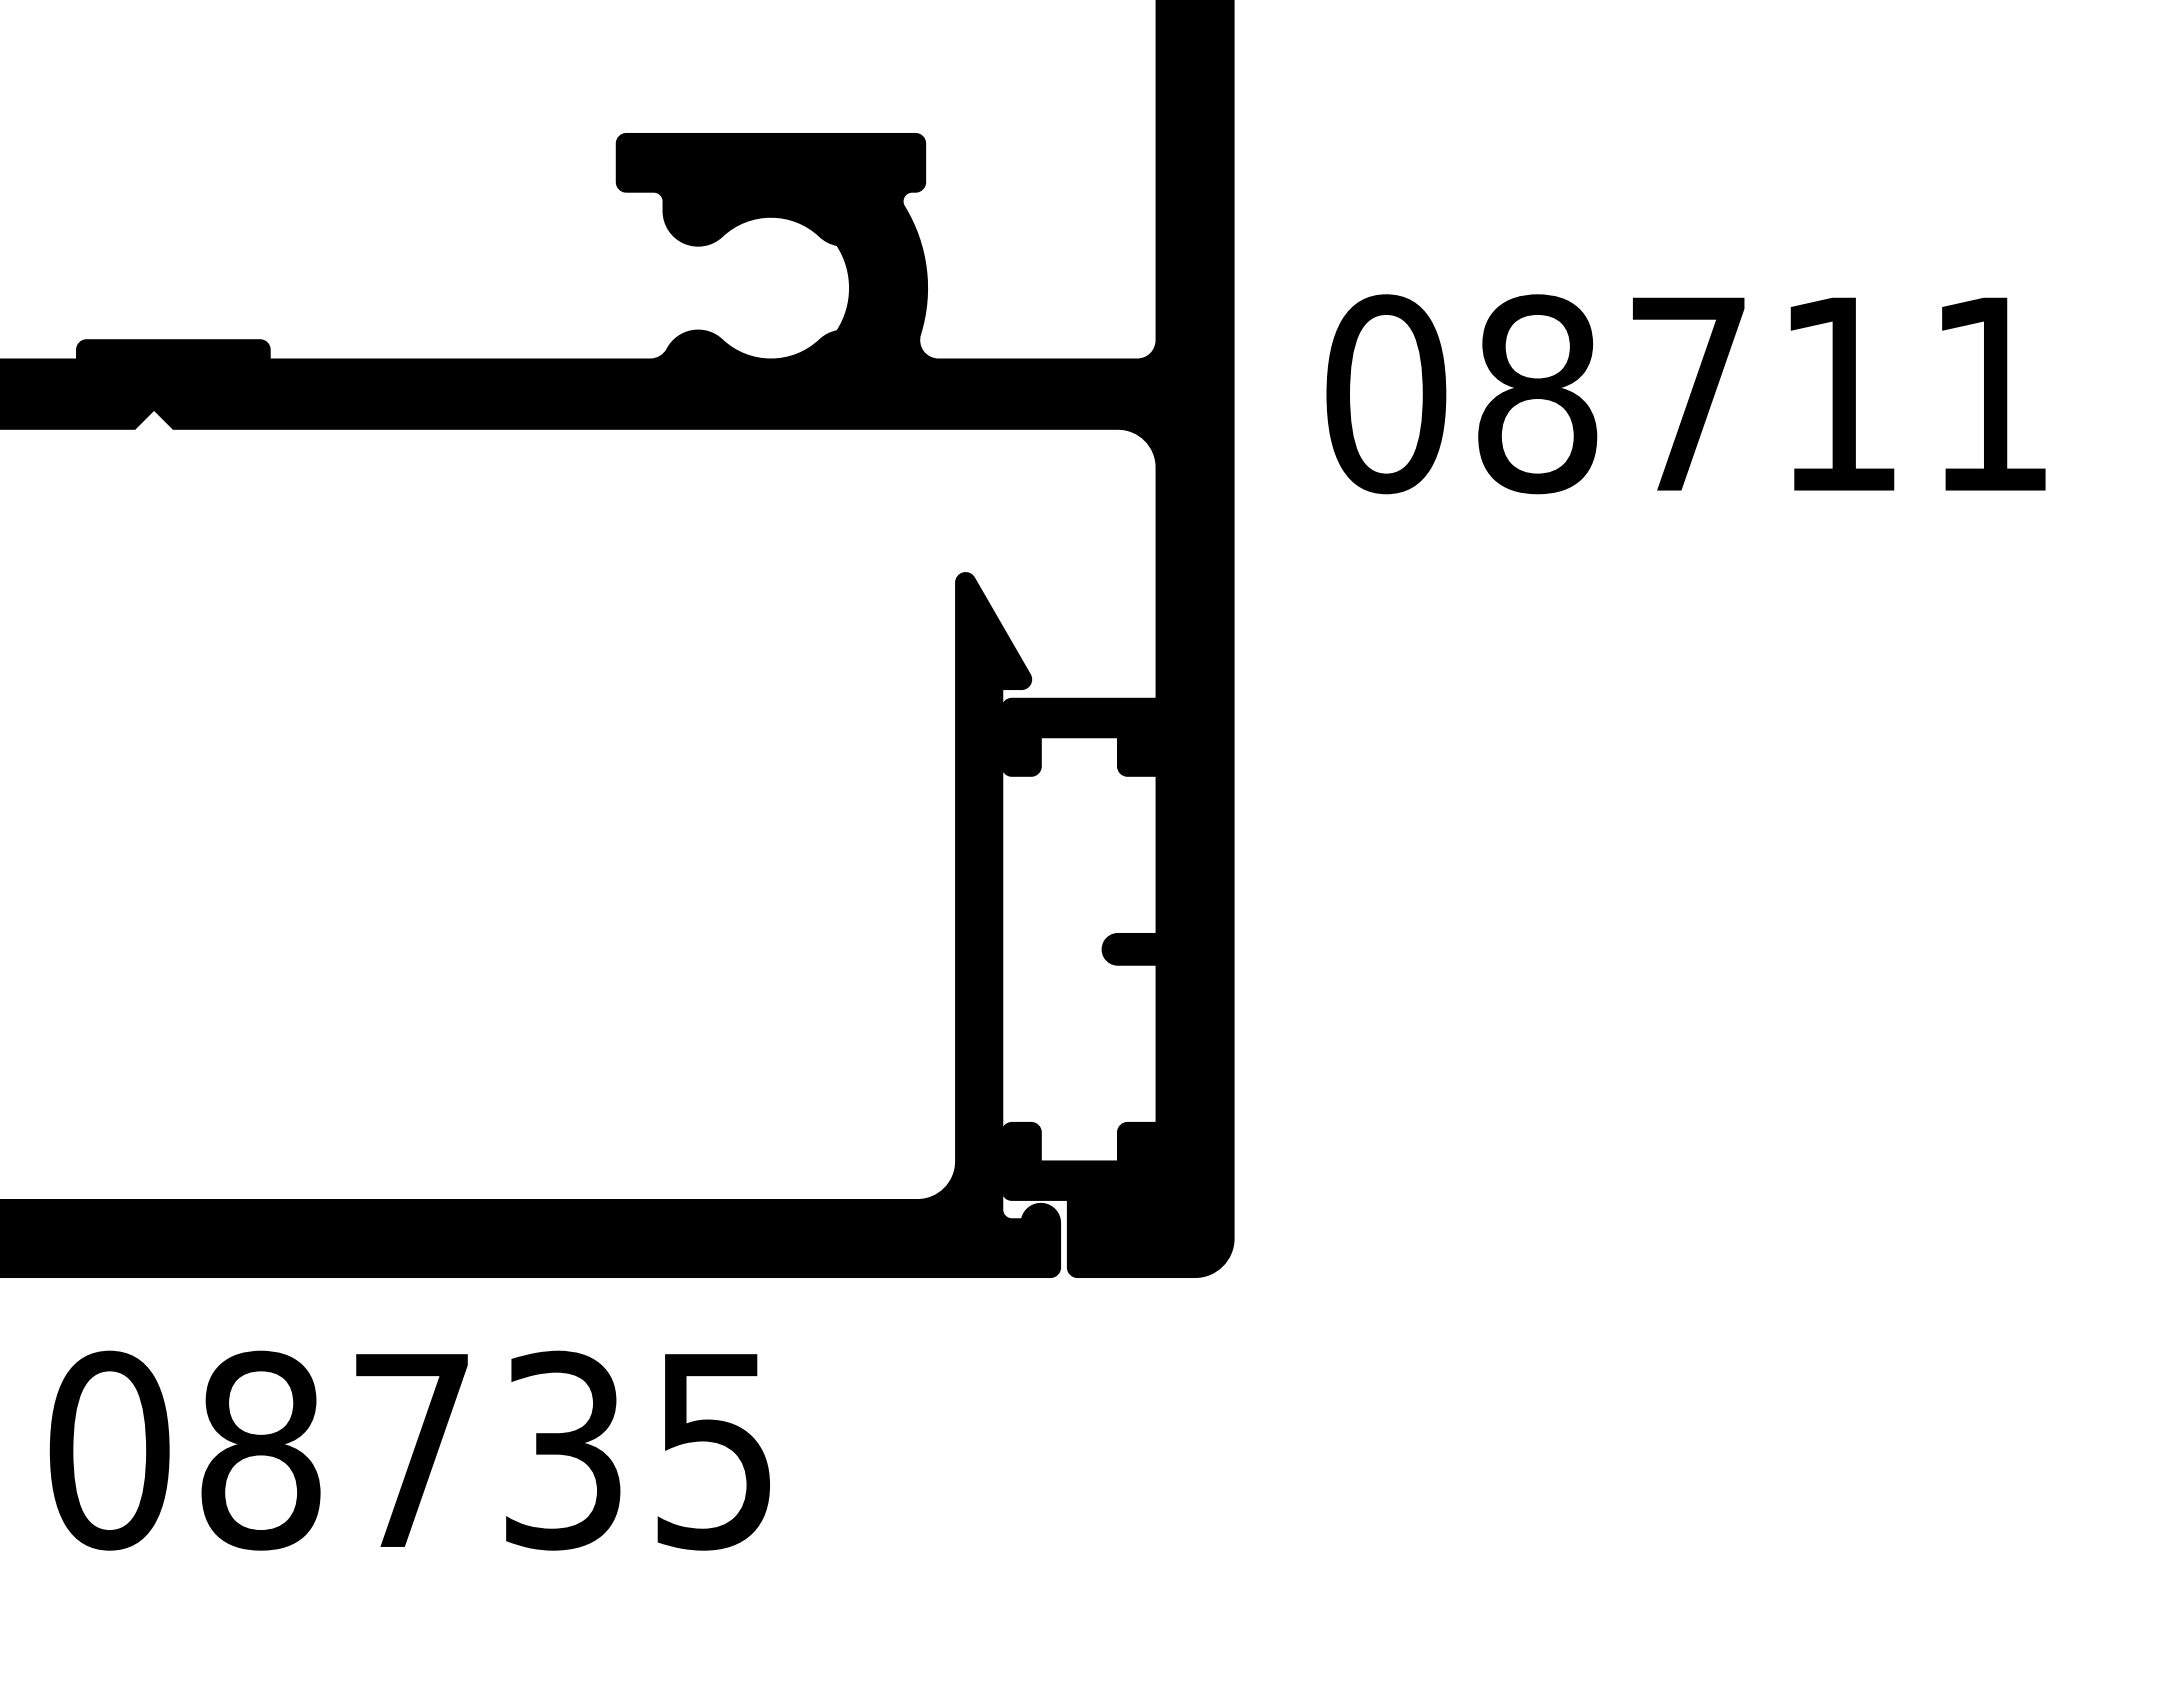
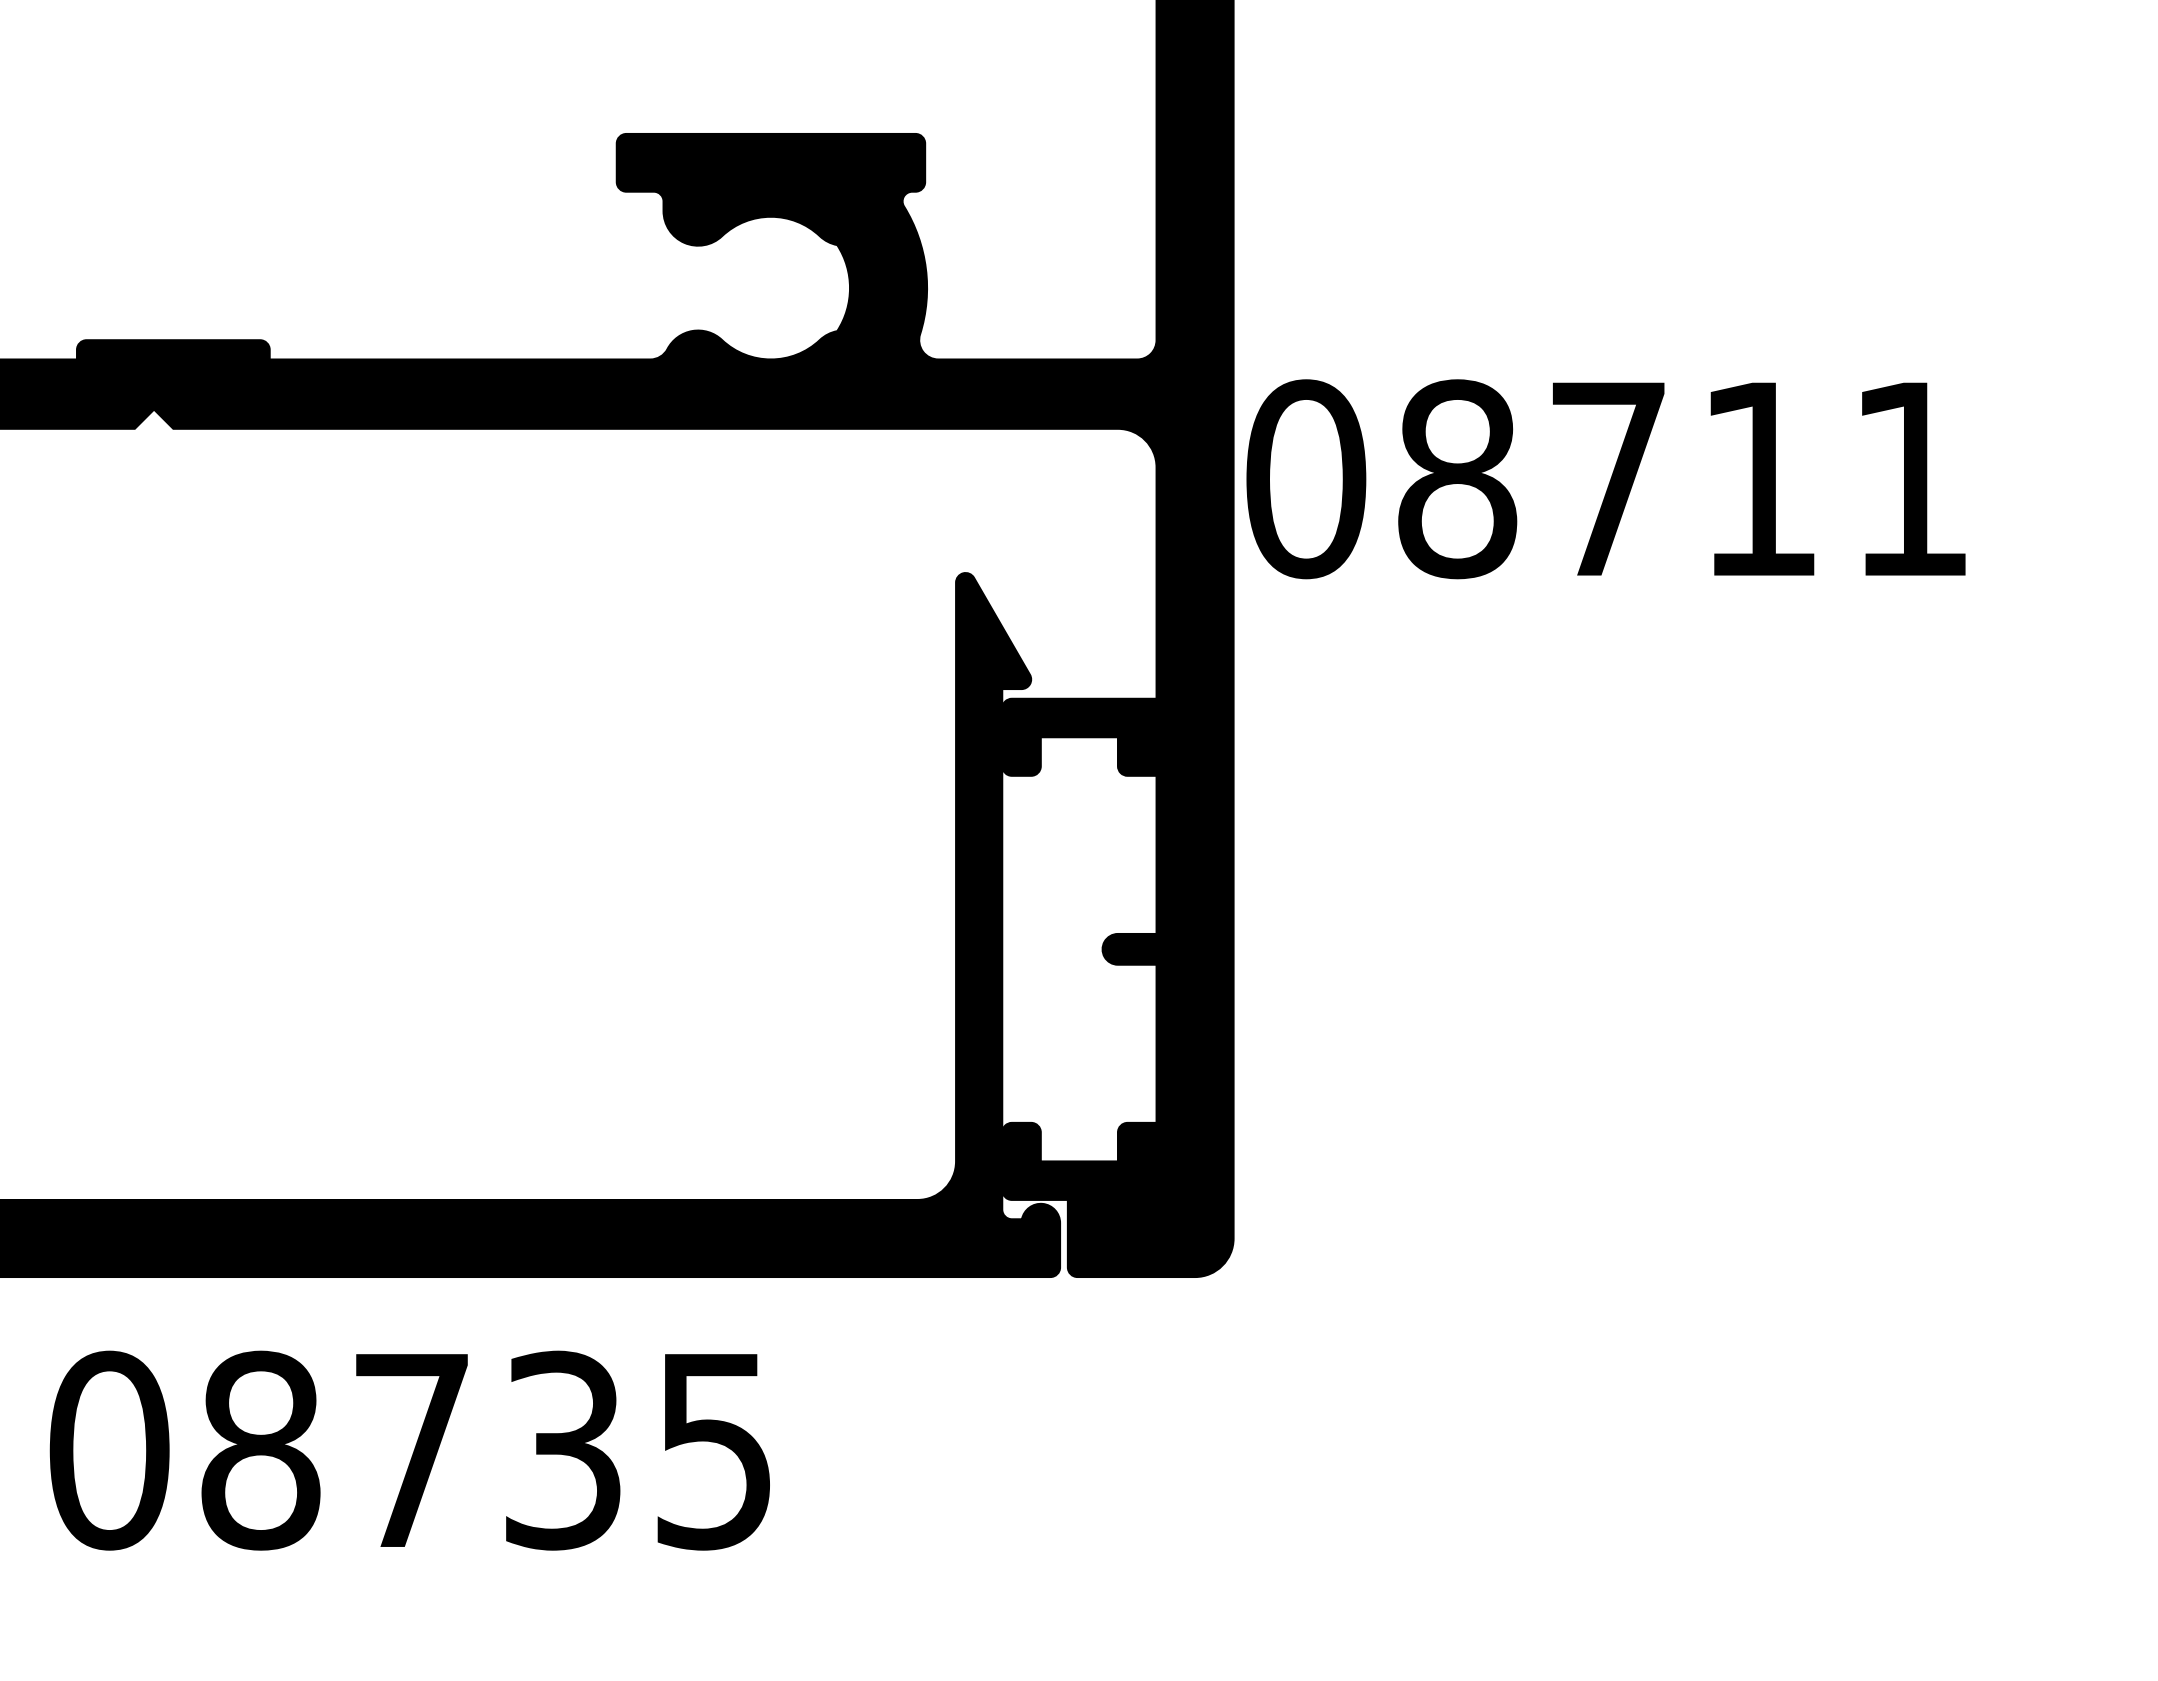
text at (1685, 394) position: (1685, 394) -> (1605, 479)
